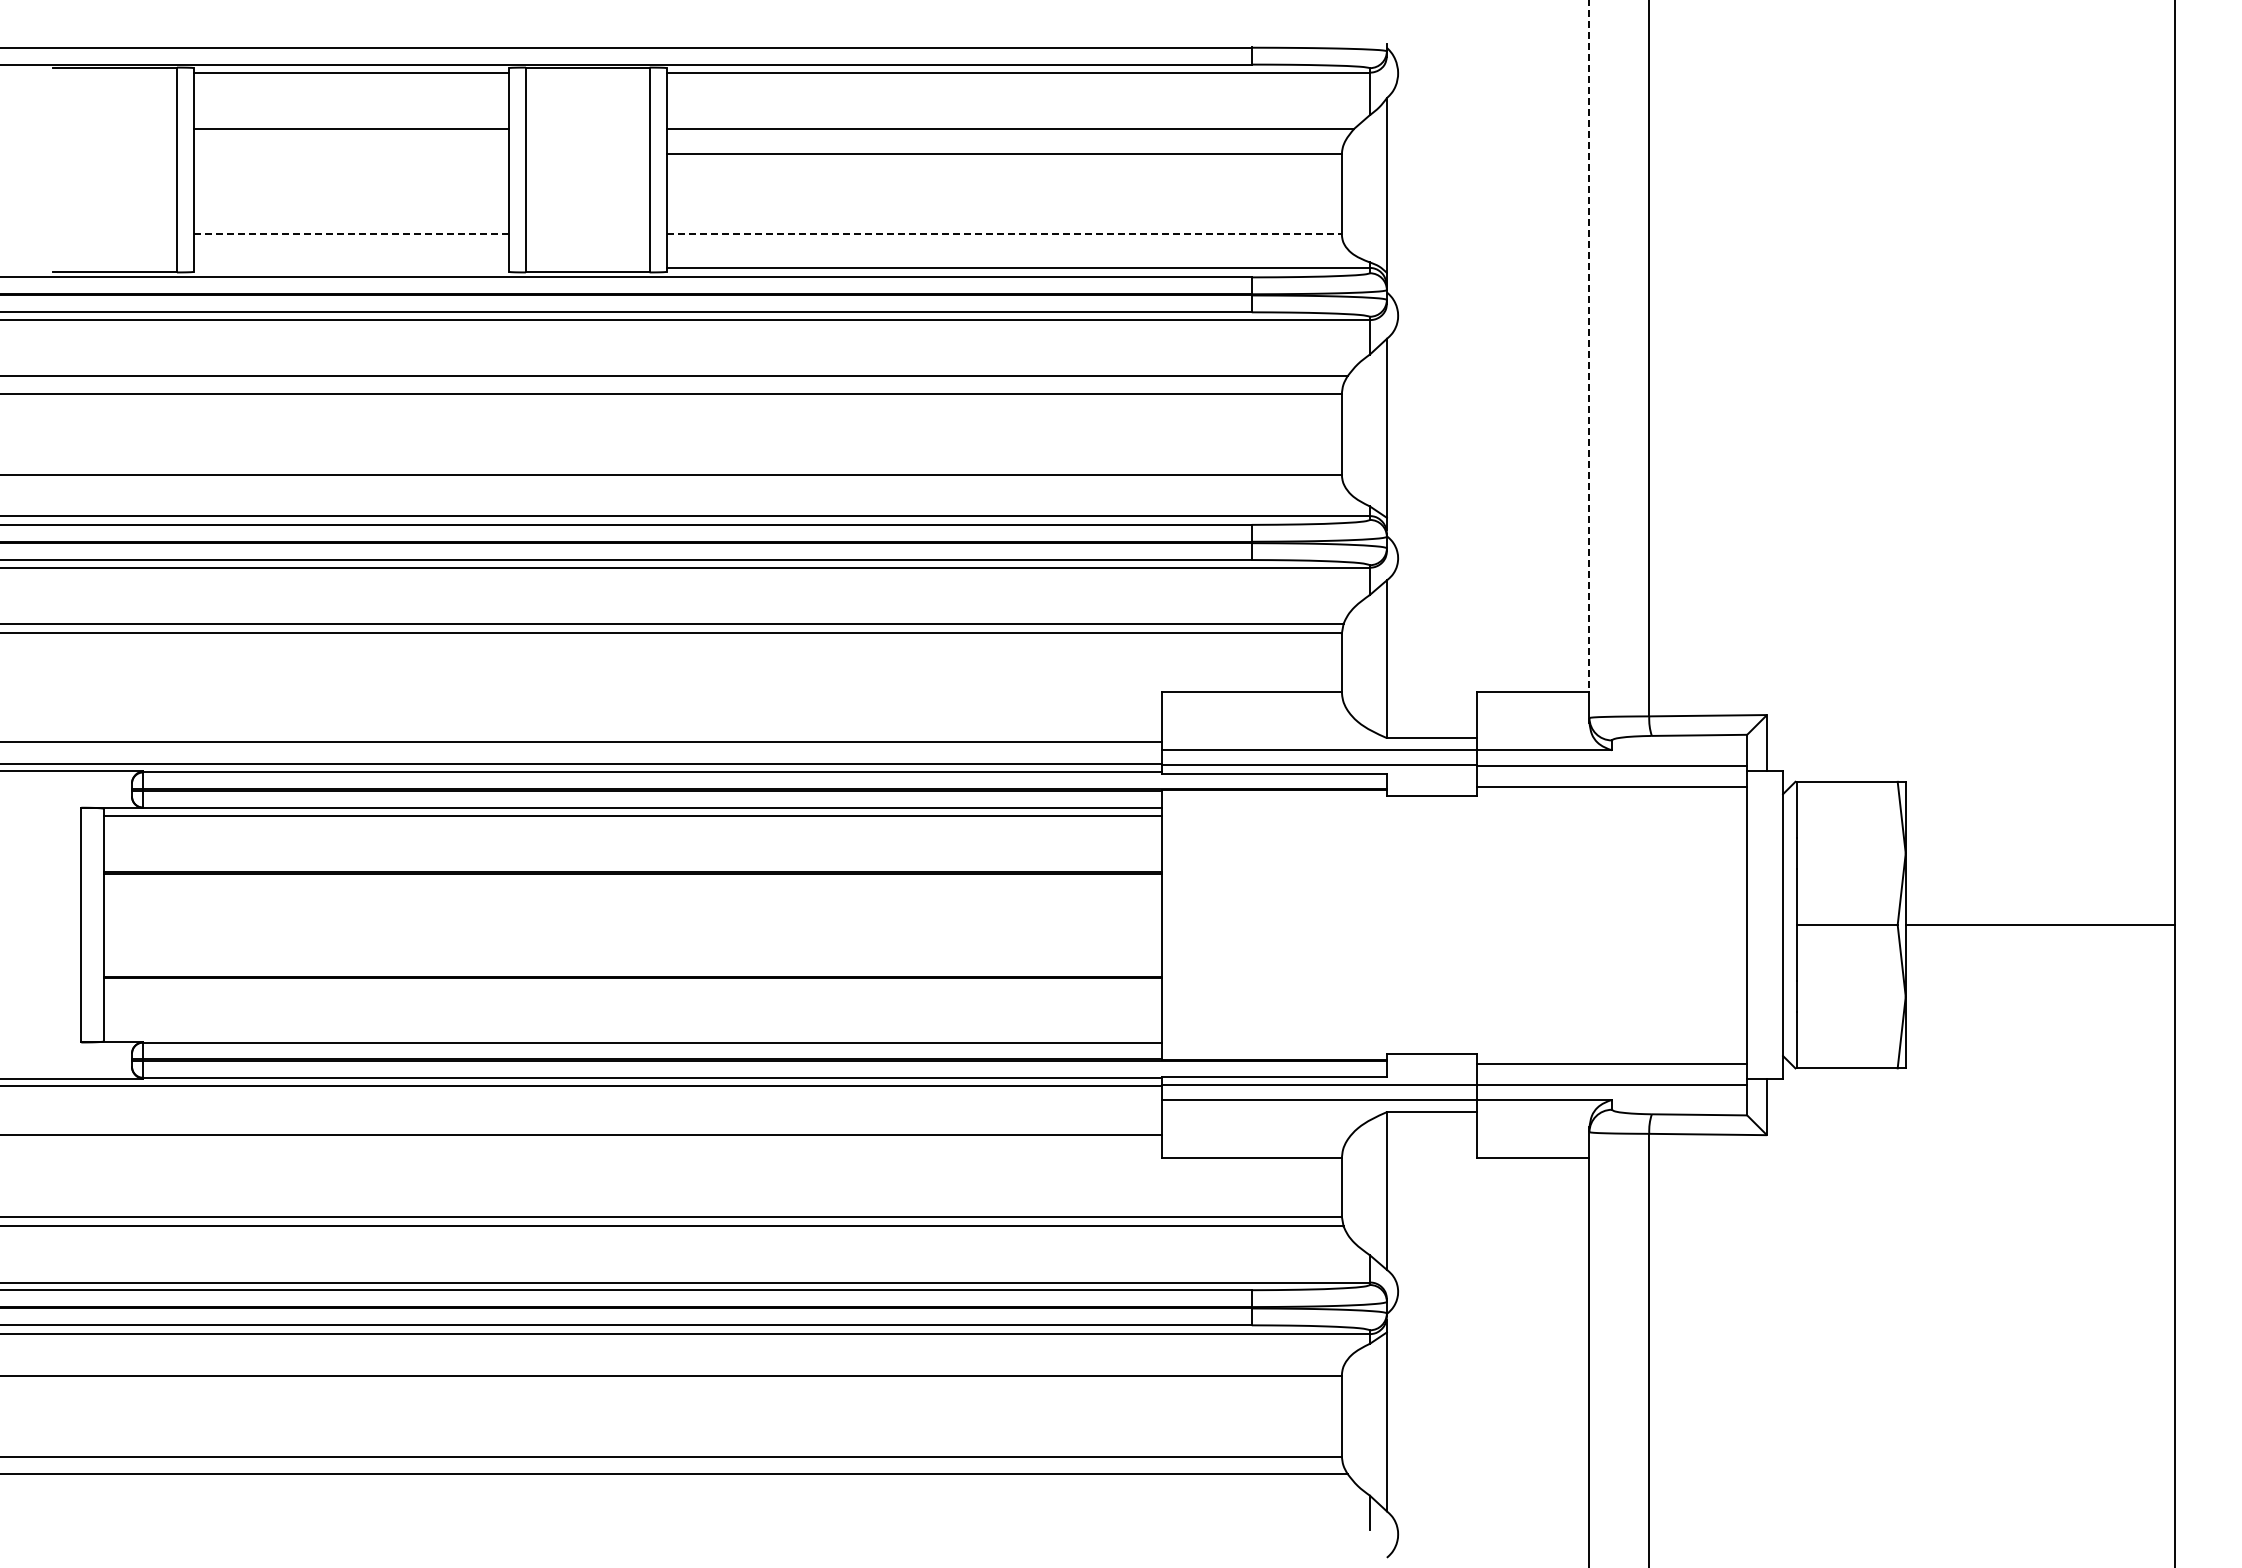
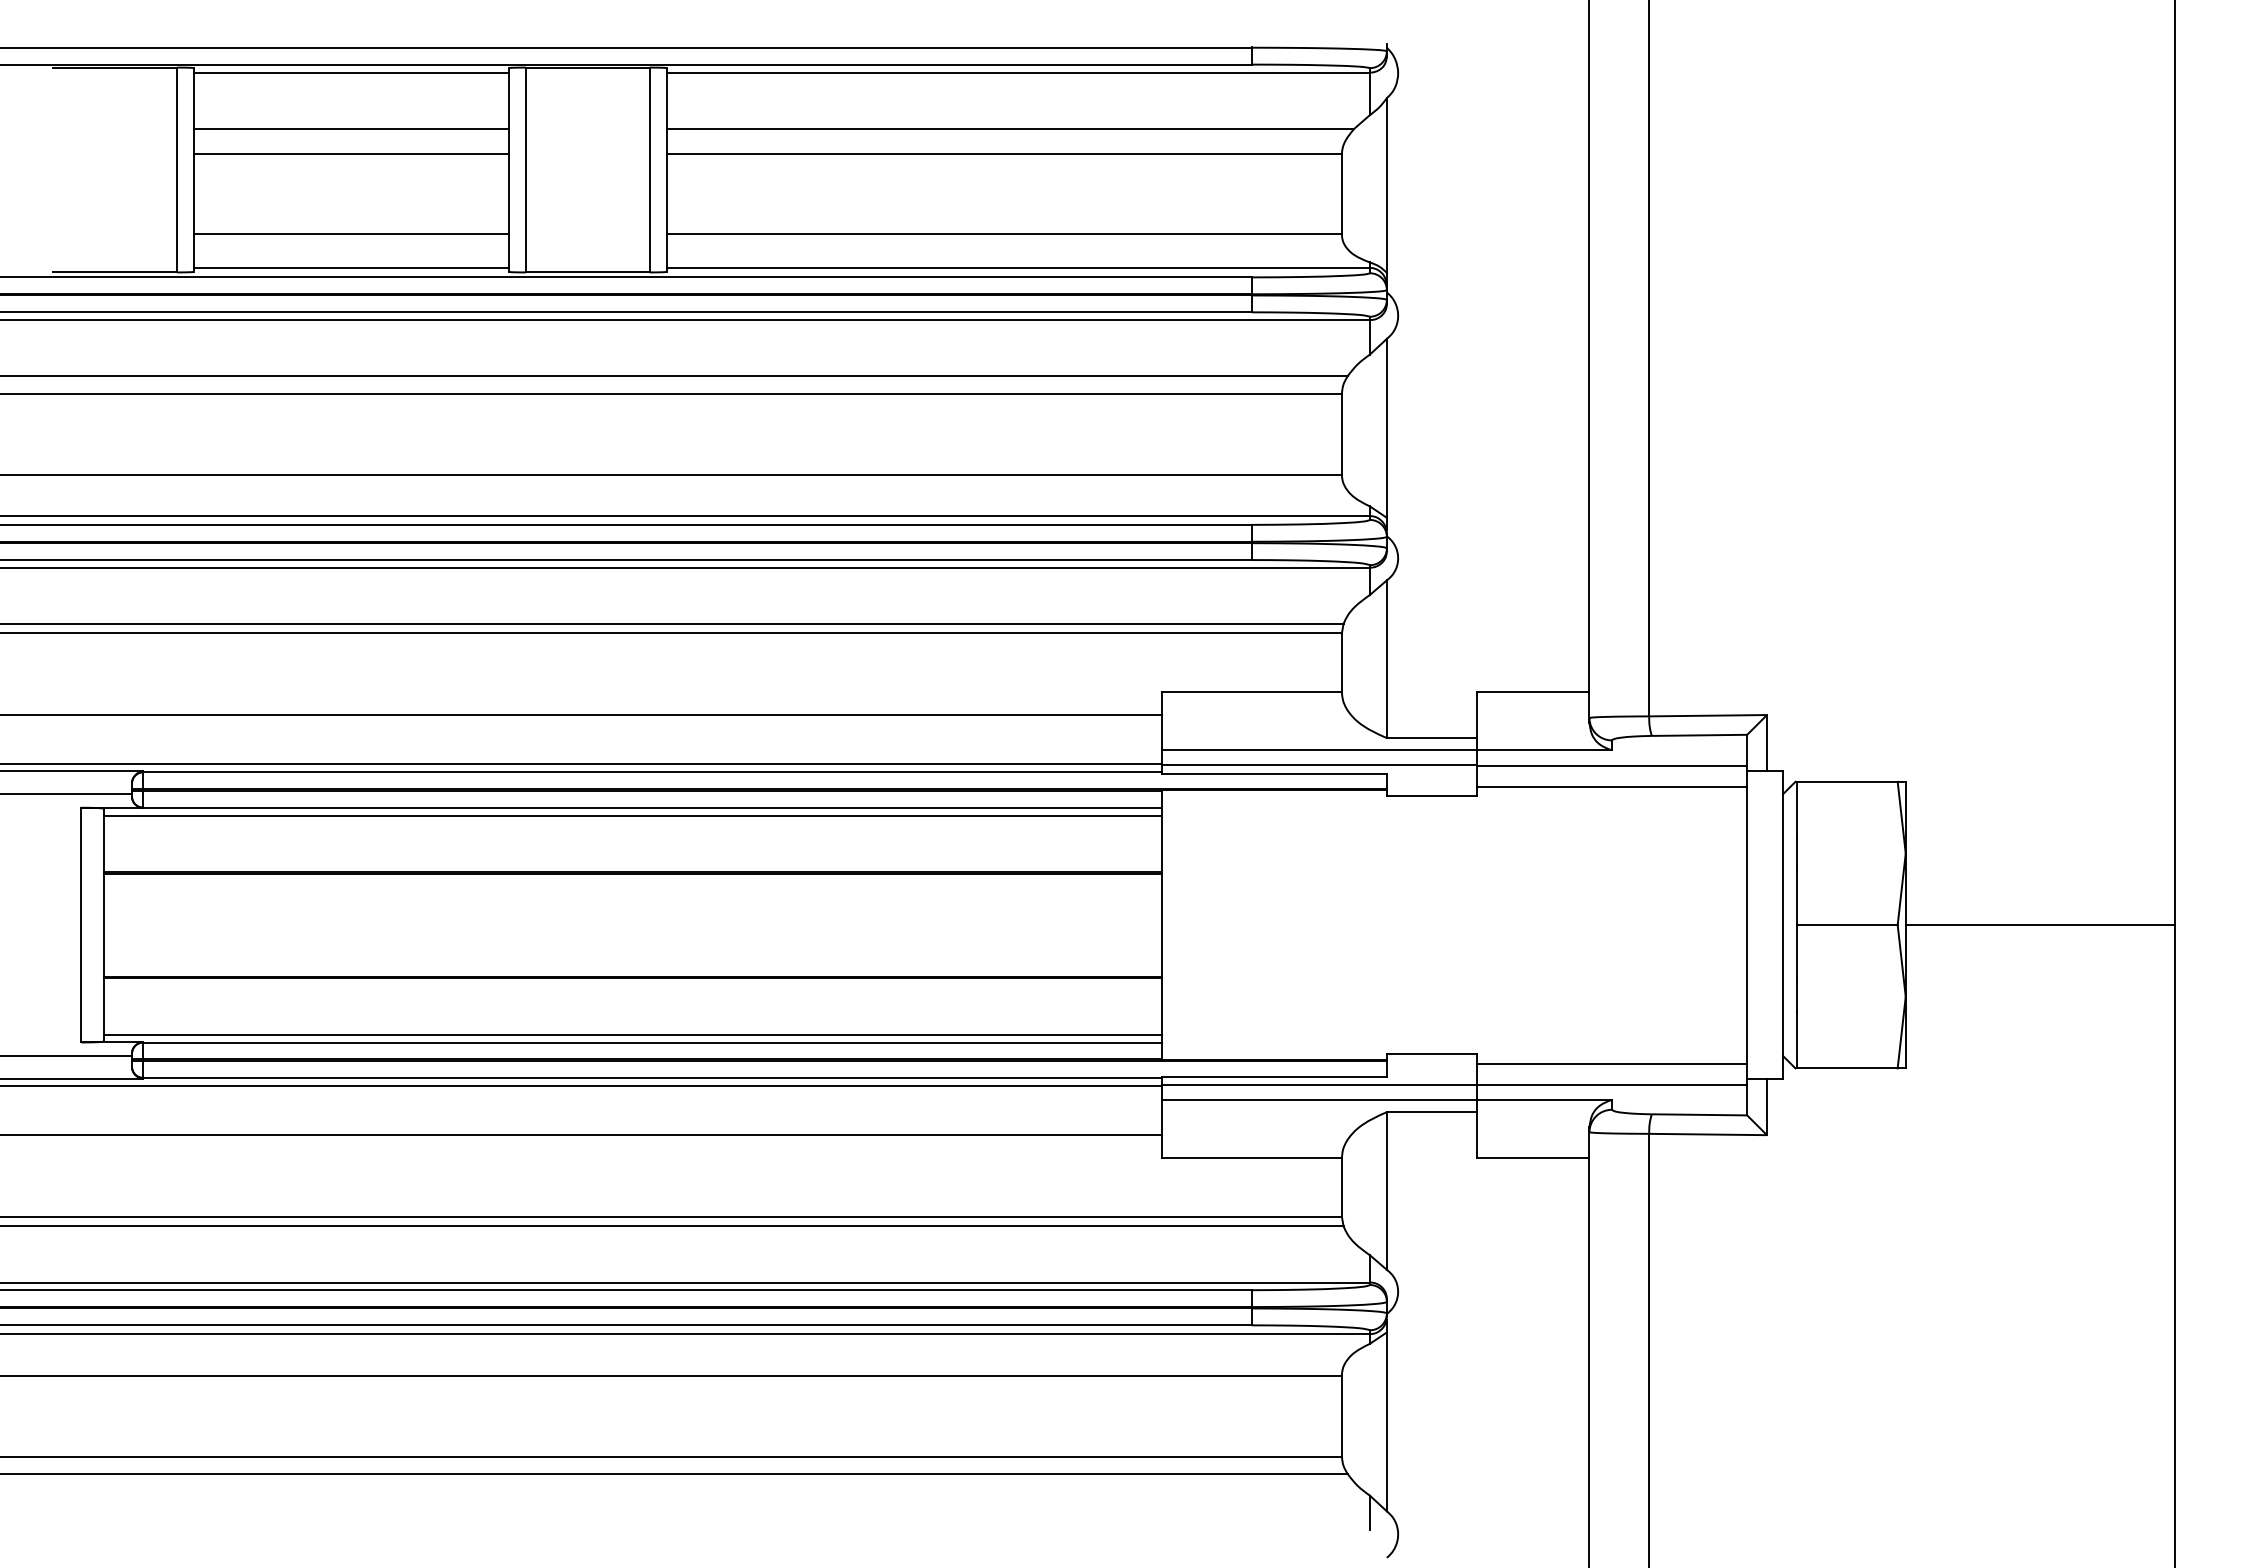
line at (351, 154): none -> present
line at (351, 234): dashed -> solid
line at (1004, 234): dashed -> solid
line at (351, 267): none -> present
line at (1589, 346): dashed -> solid
line at (581, 741) position: (581, 741) -> (581, 714)
line at (66, 793): none -> present
line at (632, 1034): none -> present
line at (66, 1056): none -> present
